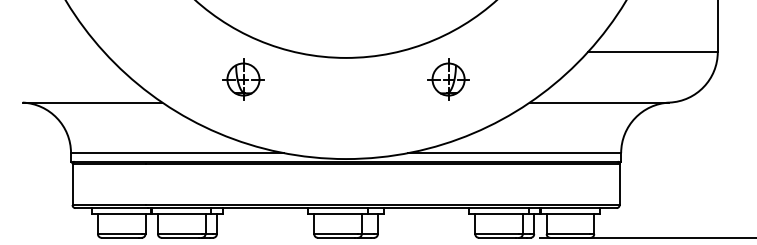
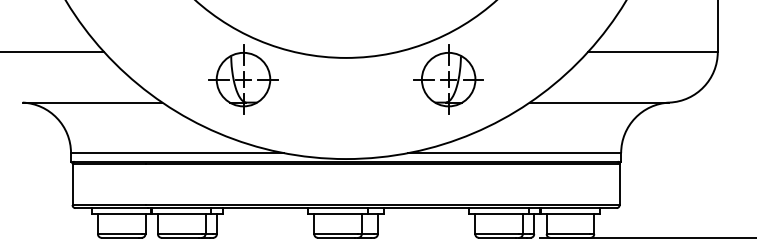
line at (53, 52): none -> present
part at (243, 79) size: 43x43 px -> 71x71 px
part at (448, 79) size: 43x43 px -> 71x71 px
